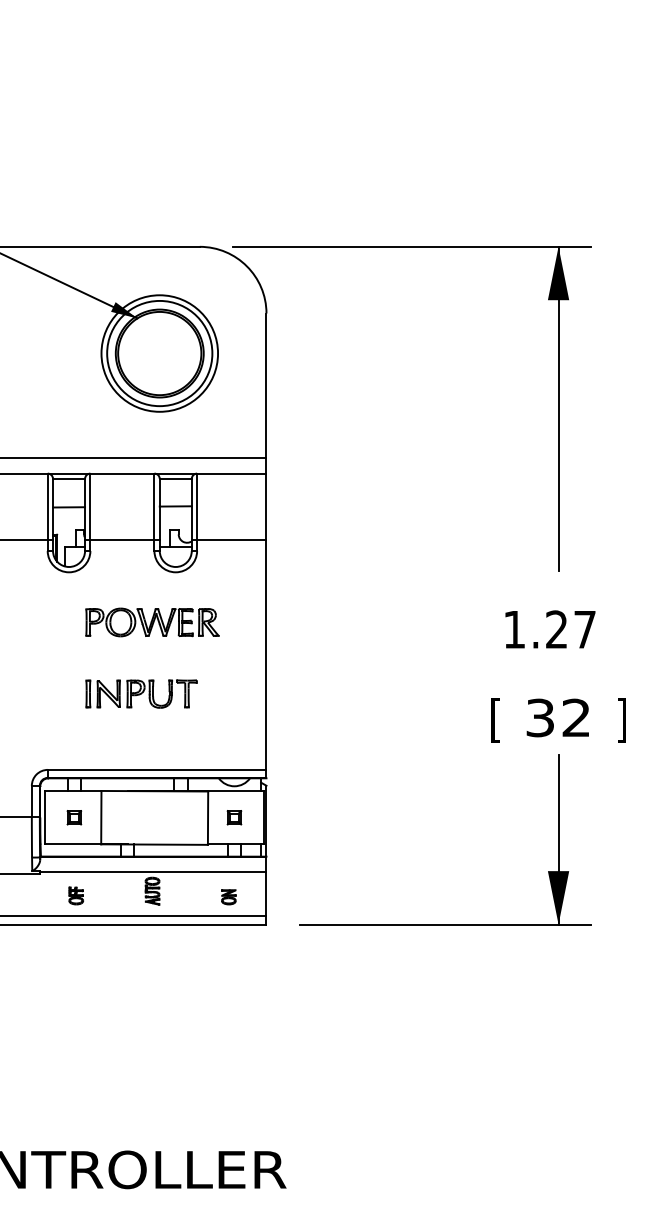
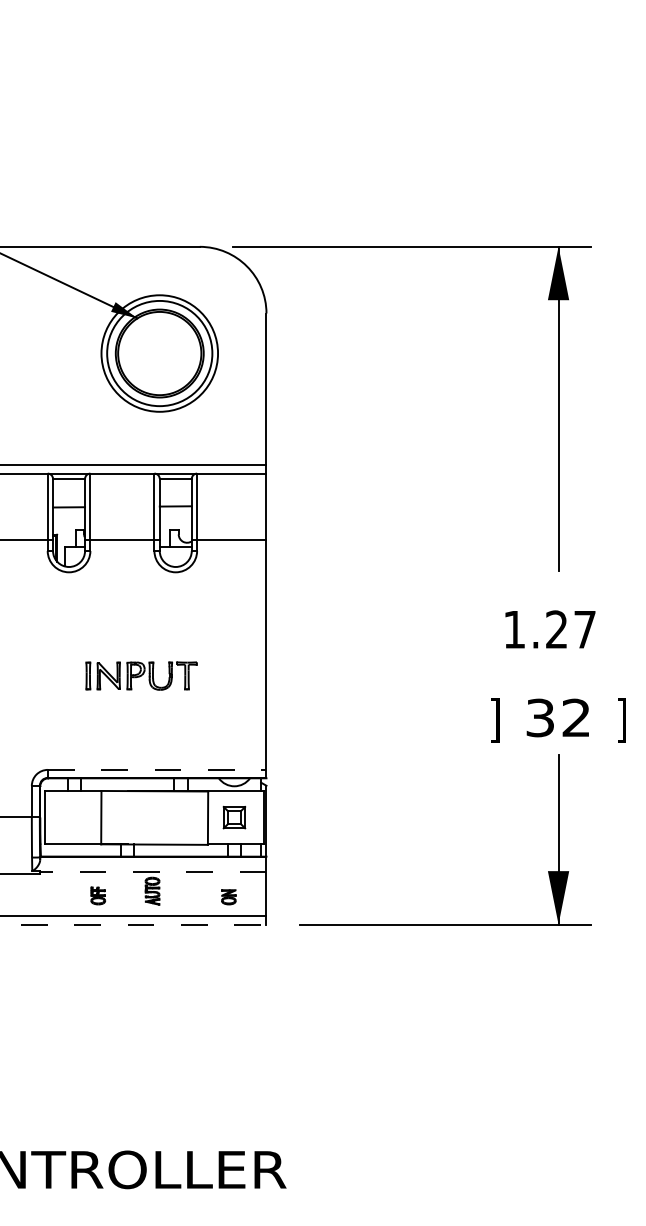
line at (134, 457) position: (134, 457) -> (134, 464)
part at (152, 622): present -> none
part at (141, 693) position: (141, 693) -> (141, 675)
text at (495, 720): [ -> ]
line at (157, 769): solid -> dashed
part at (74, 817): present -> none
part at (234, 817) size: 17x16 px -> 25x25 px
line at (152, 872): solid -> dashed
part at (75, 895) position: (75, 895) -> (97, 895)
line at (133, 924): solid -> dashed
